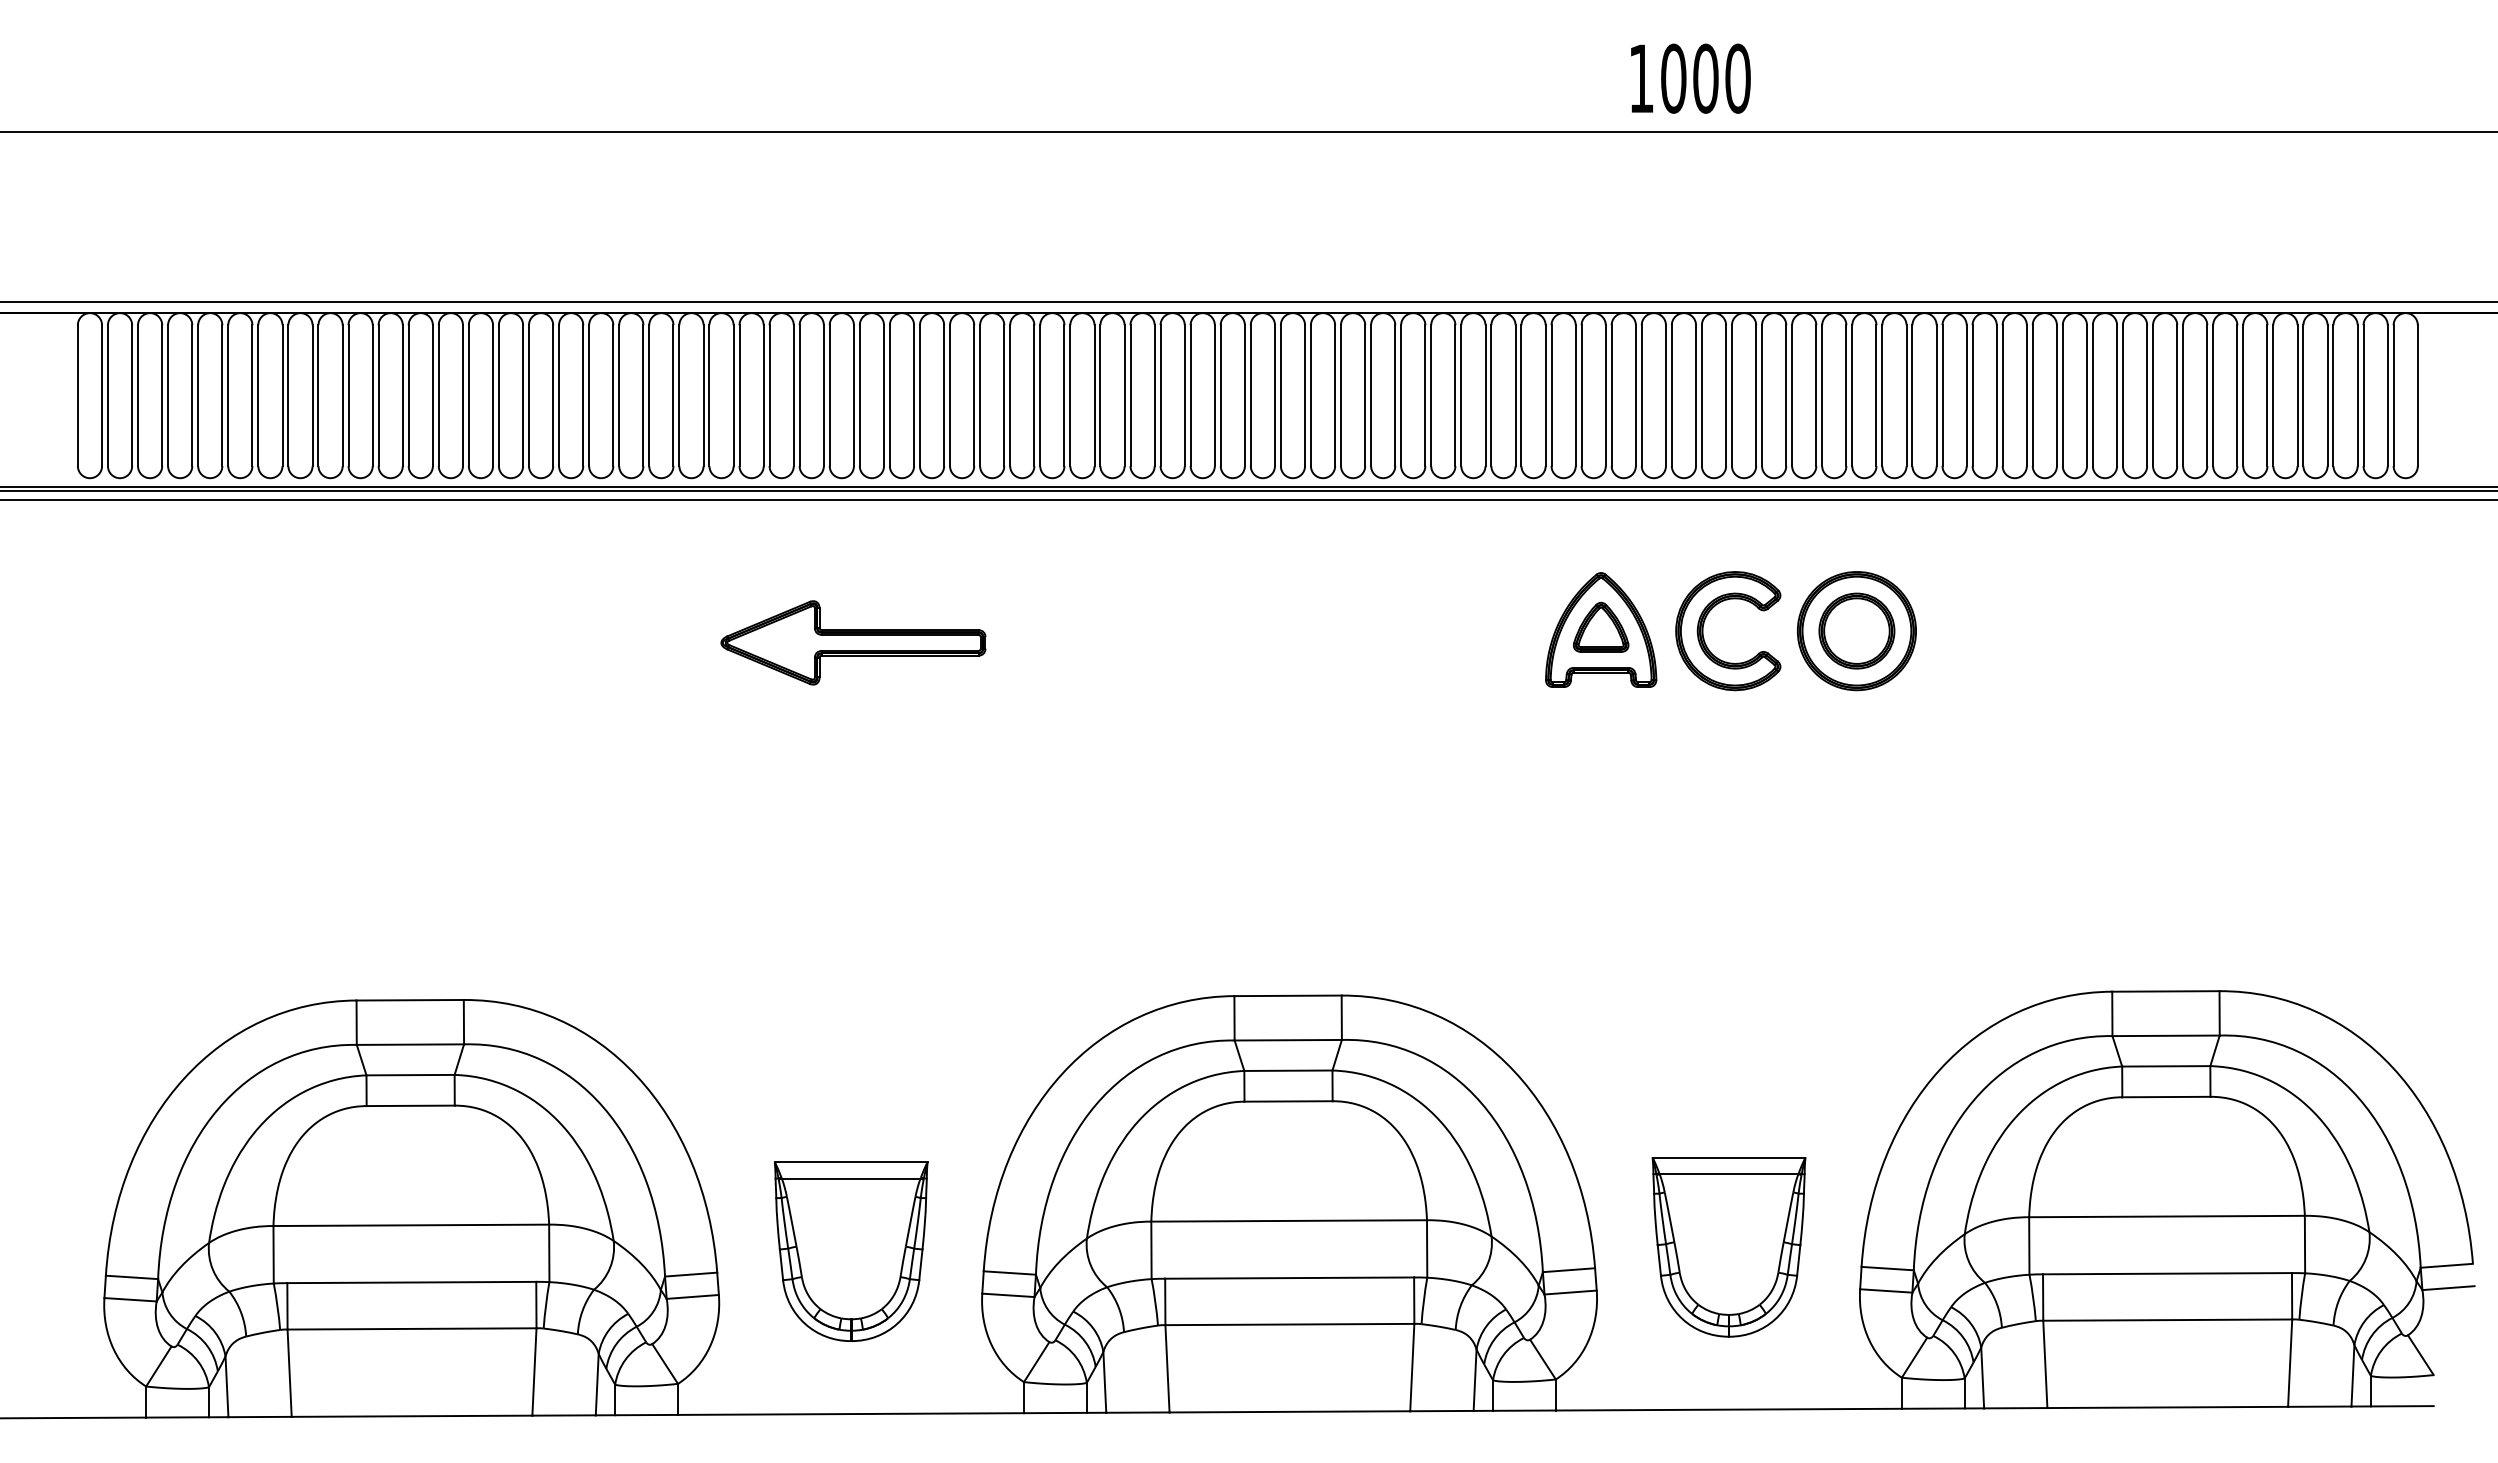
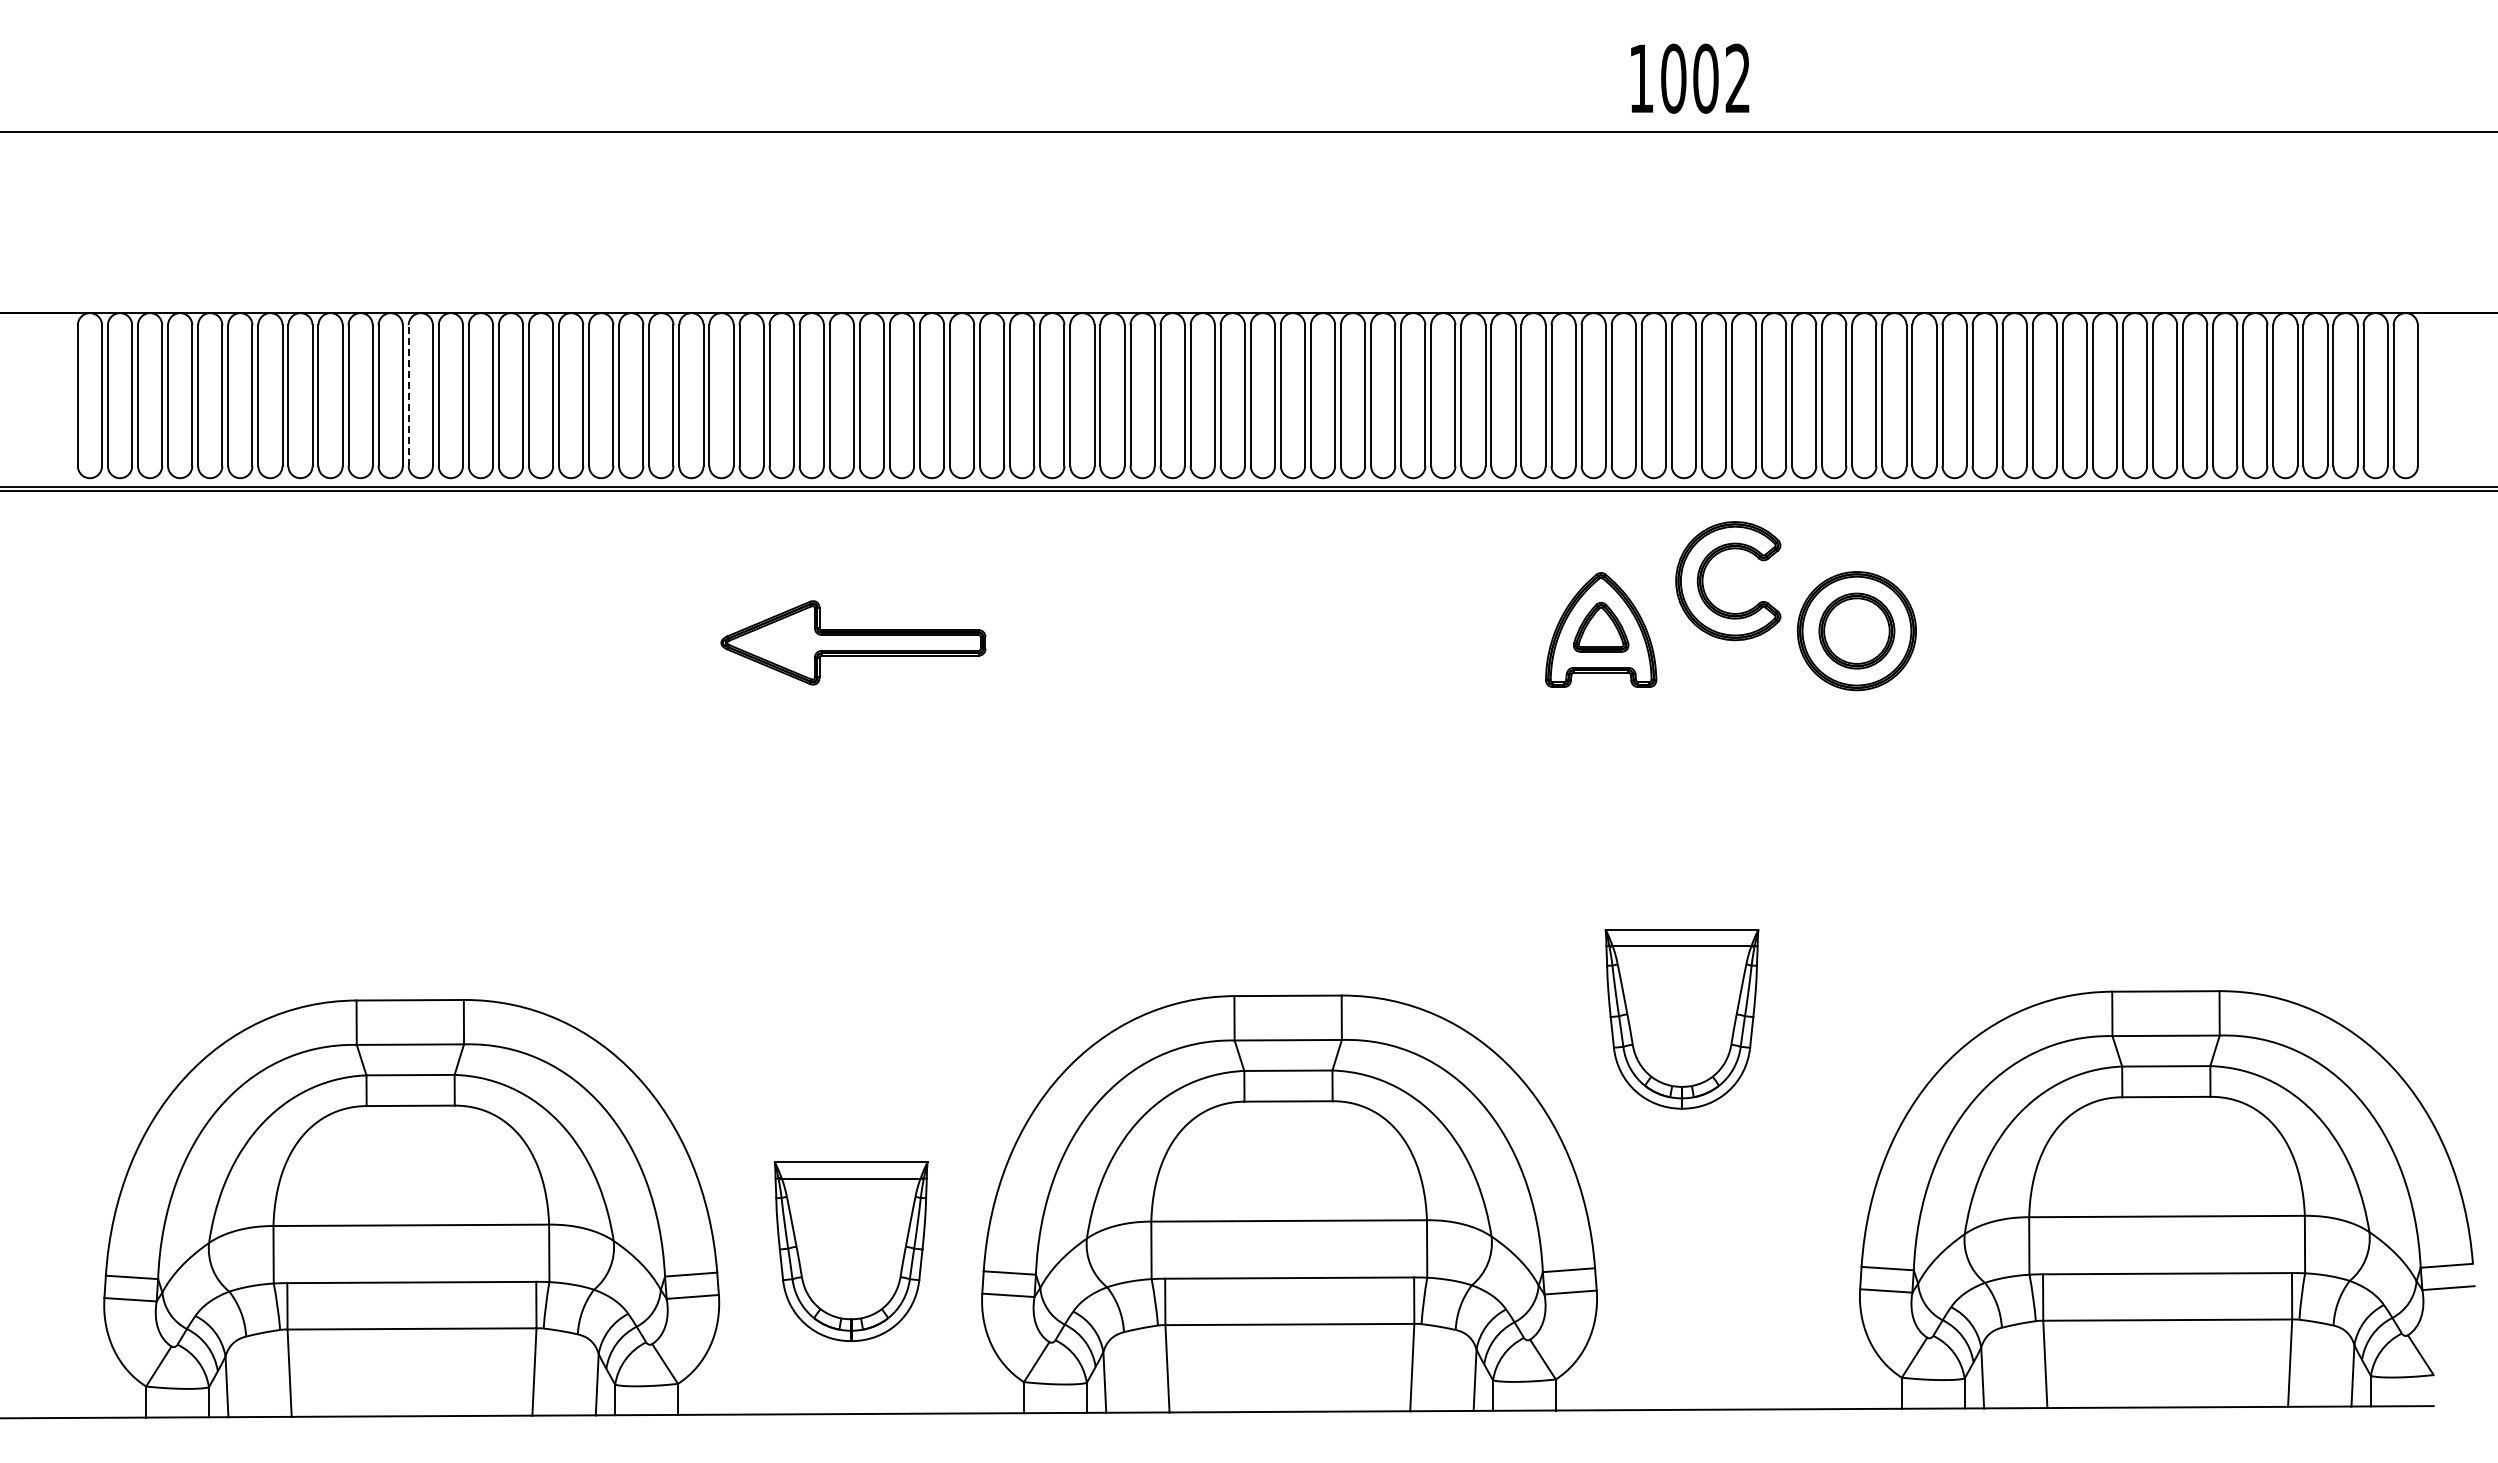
text at (1737, 78): 1000 -> 1002
line at (1248, 301): present -> none
line at (408, 395): solid -> dashed
line at (1248, 500): present -> none
part at (1704, 624) position: (1704, 624) -> (1704, 574)
part at (1728, 1247) position: (1728, 1247) -> (1681, 1019)
